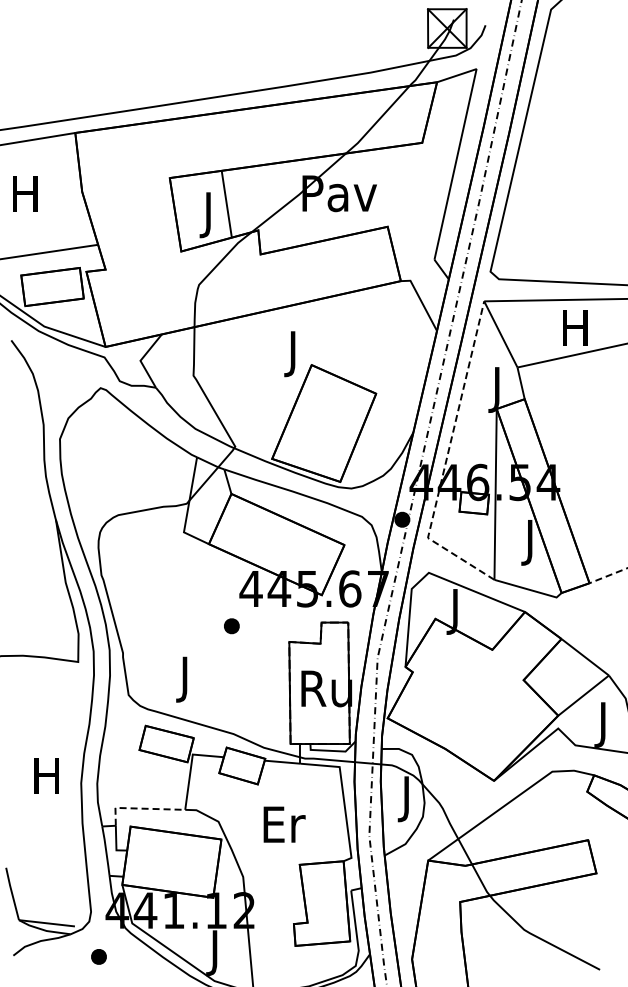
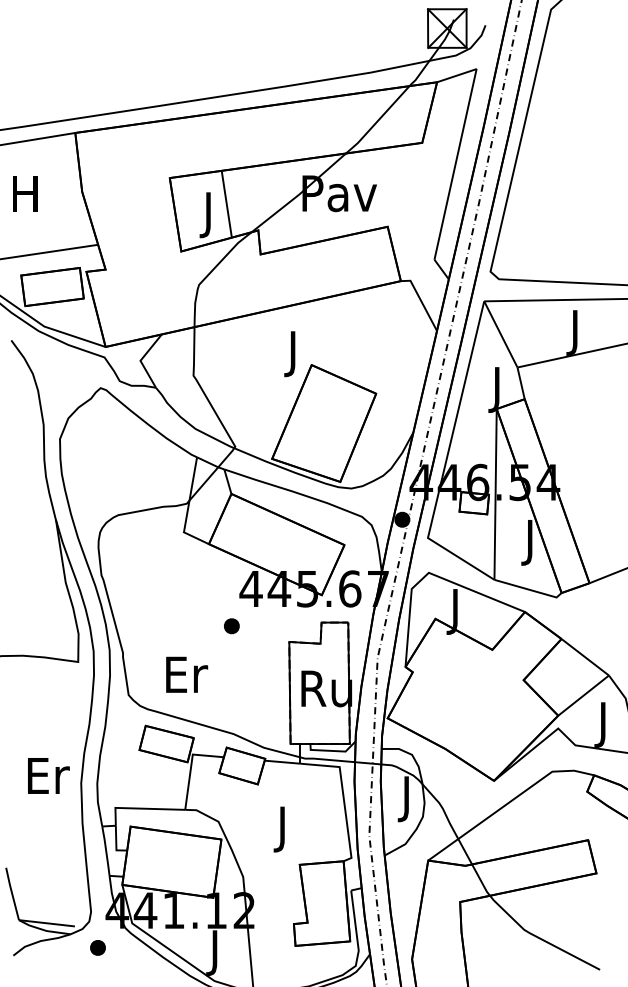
text at (575, 332): H -> J
line at (446, 458): dashed -> solid
line at (608, 575): dashed -> solid
text at (187, 679): J -> Er
text at (48, 775): H -> Er
line at (141, 808): dashed -> solid
text at (284, 829): Er -> J
part at (98, 956) position: (98, 956) -> (97, 947)
